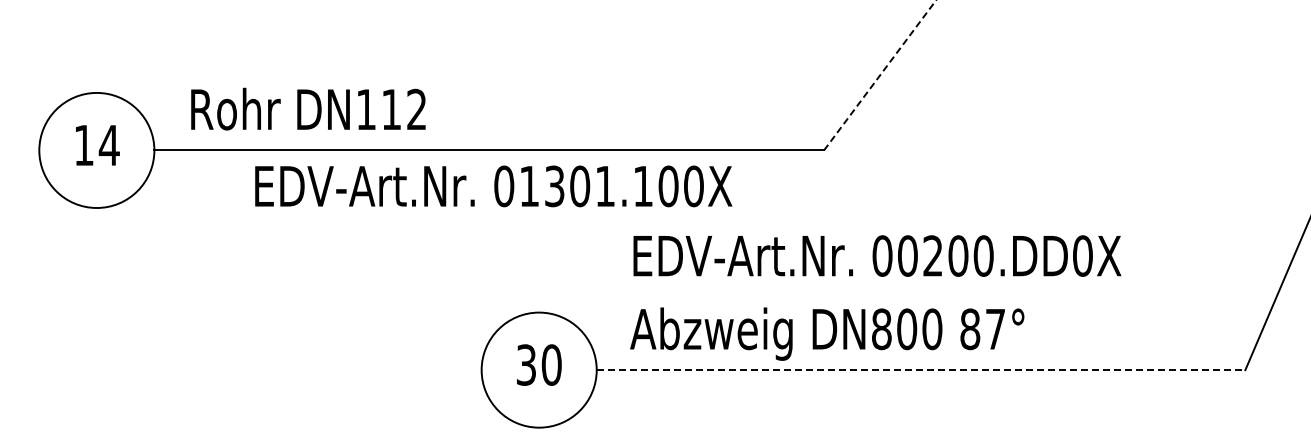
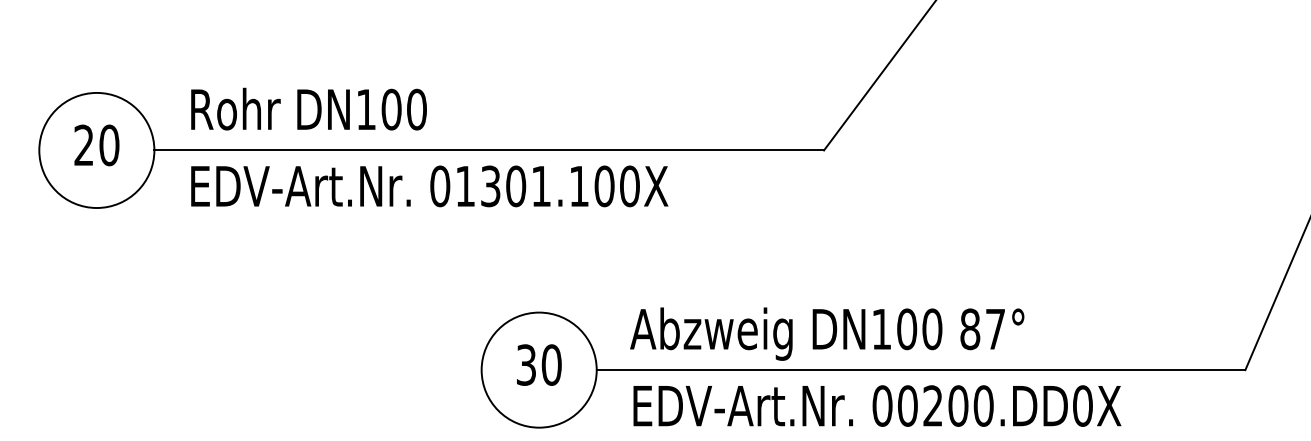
line at (880, 75): dashed -> solid
text at (403, 109): DN112 -> DN100
text at (96, 145): 14 -> 20
text at (493, 186) position: (493, 186) -> (429, 186)
text at (877, 255) position: (877, 255) -> (877, 405)
text at (881, 329): DN800 -> DN100
line at (921, 370): dashed -> solid
